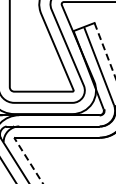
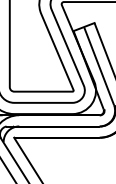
line at (105, 50): dashed -> solid
line at (28, 160): dashed -> solid
